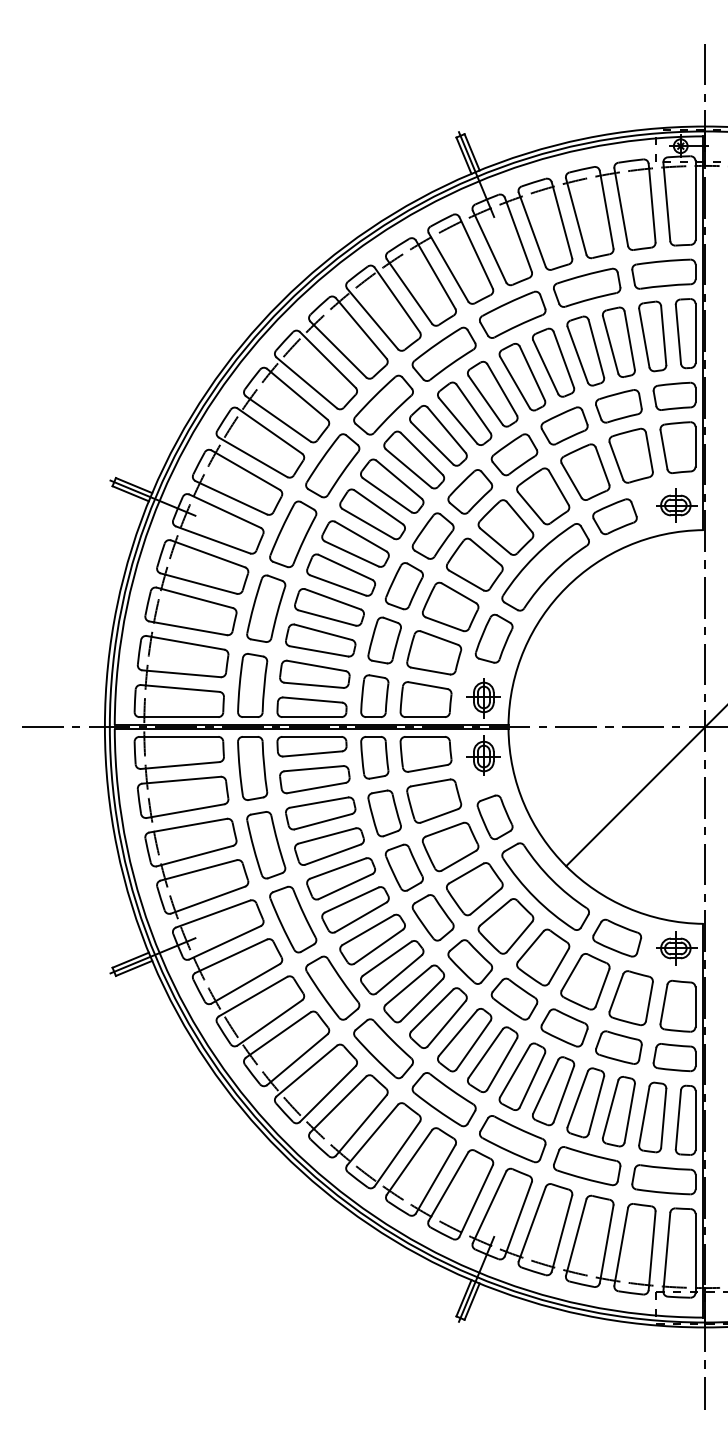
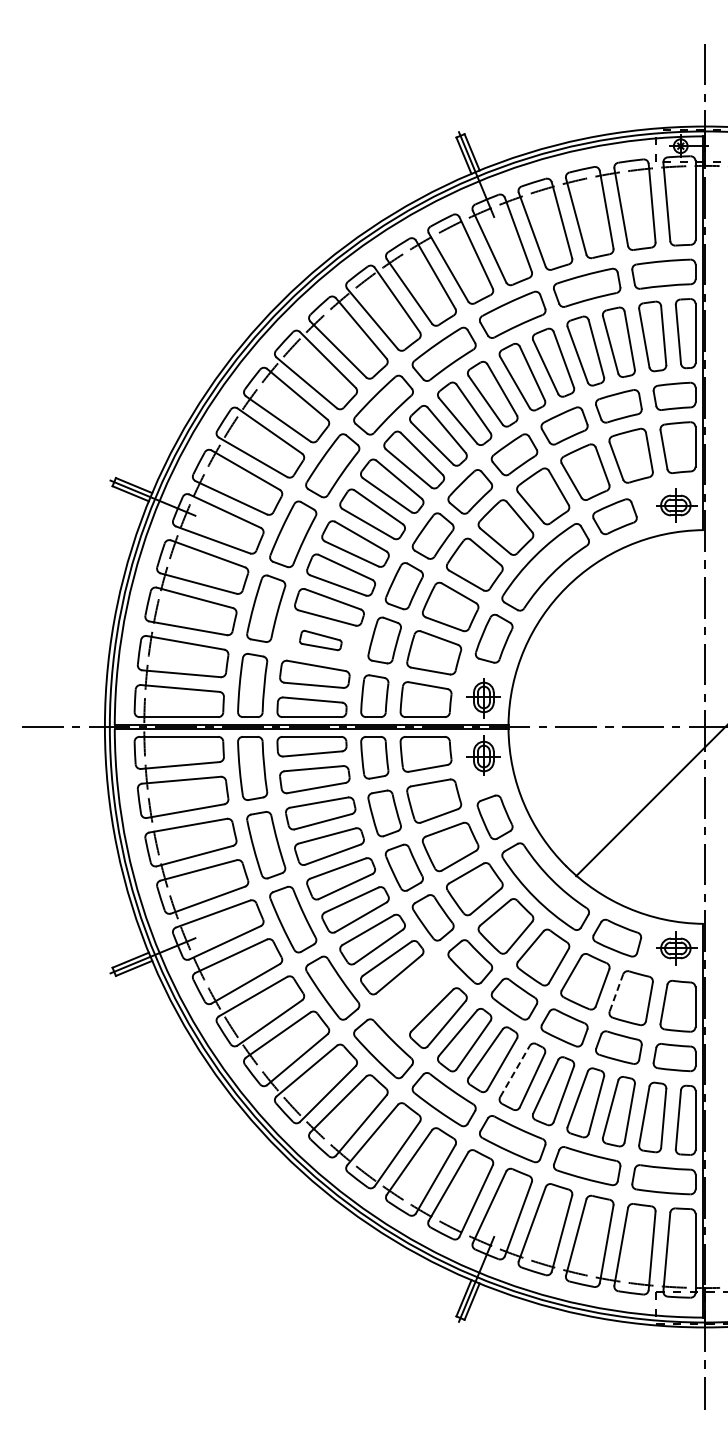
part at (320, 640) size: 72x35 px -> 44x23 px
line at (645, 786) position: (645, 786) -> (650, 801)
line at (616, 992): solid -> dashed
part at (413, 993): present -> none
line at (514, 1071): solid -> dashed
